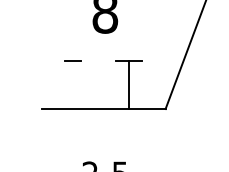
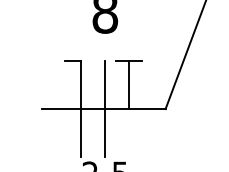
line at (81, 108): none -> present
line at (105, 108): none -> present
